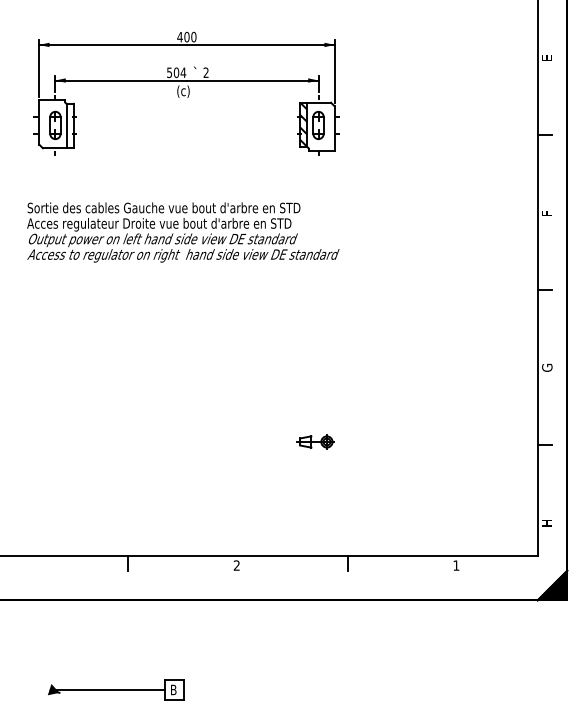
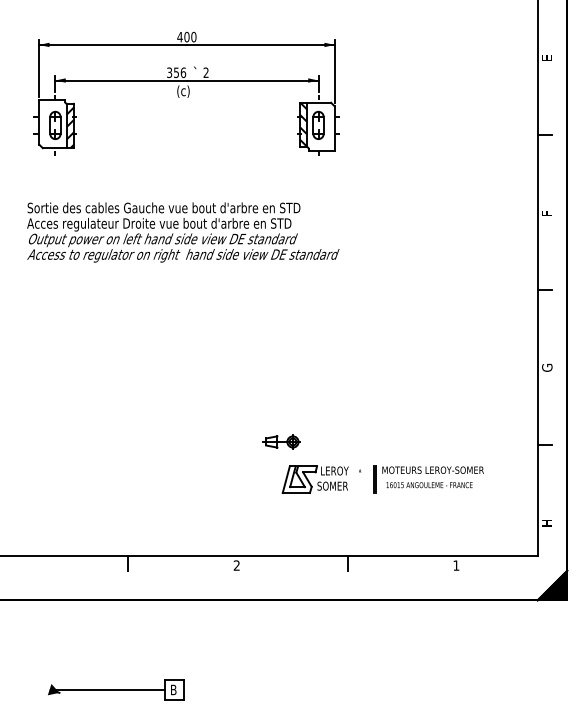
text at (176, 72): 504 -> 356
hatch at (69, 127): none -> present
part at (315, 441) position: (315, 441) -> (281, 441)
part at (382, 479): none -> present
